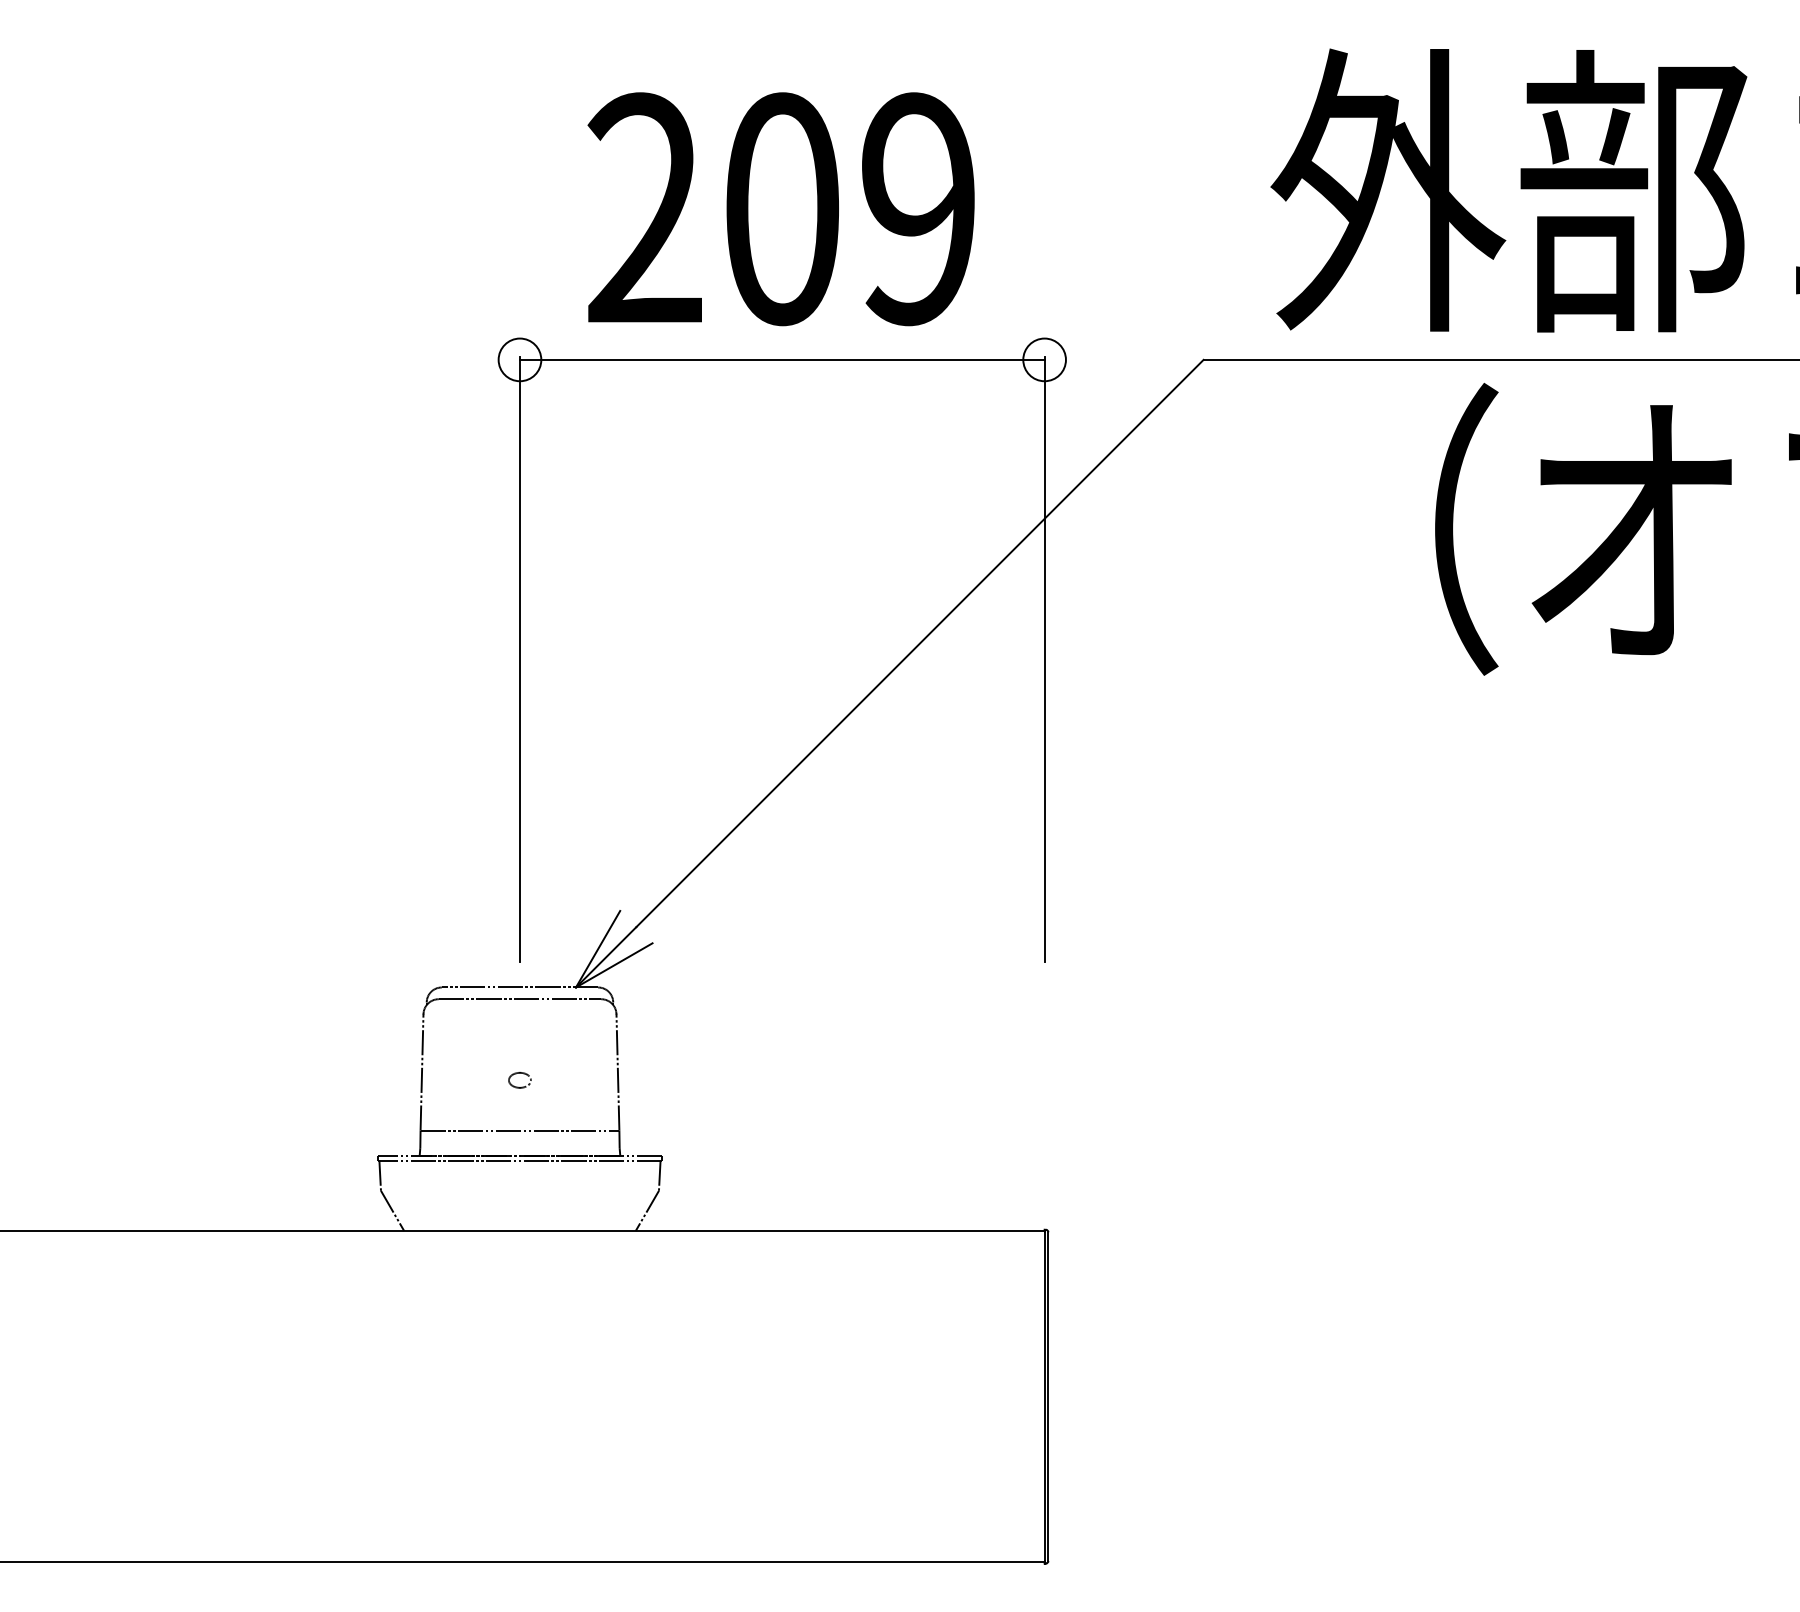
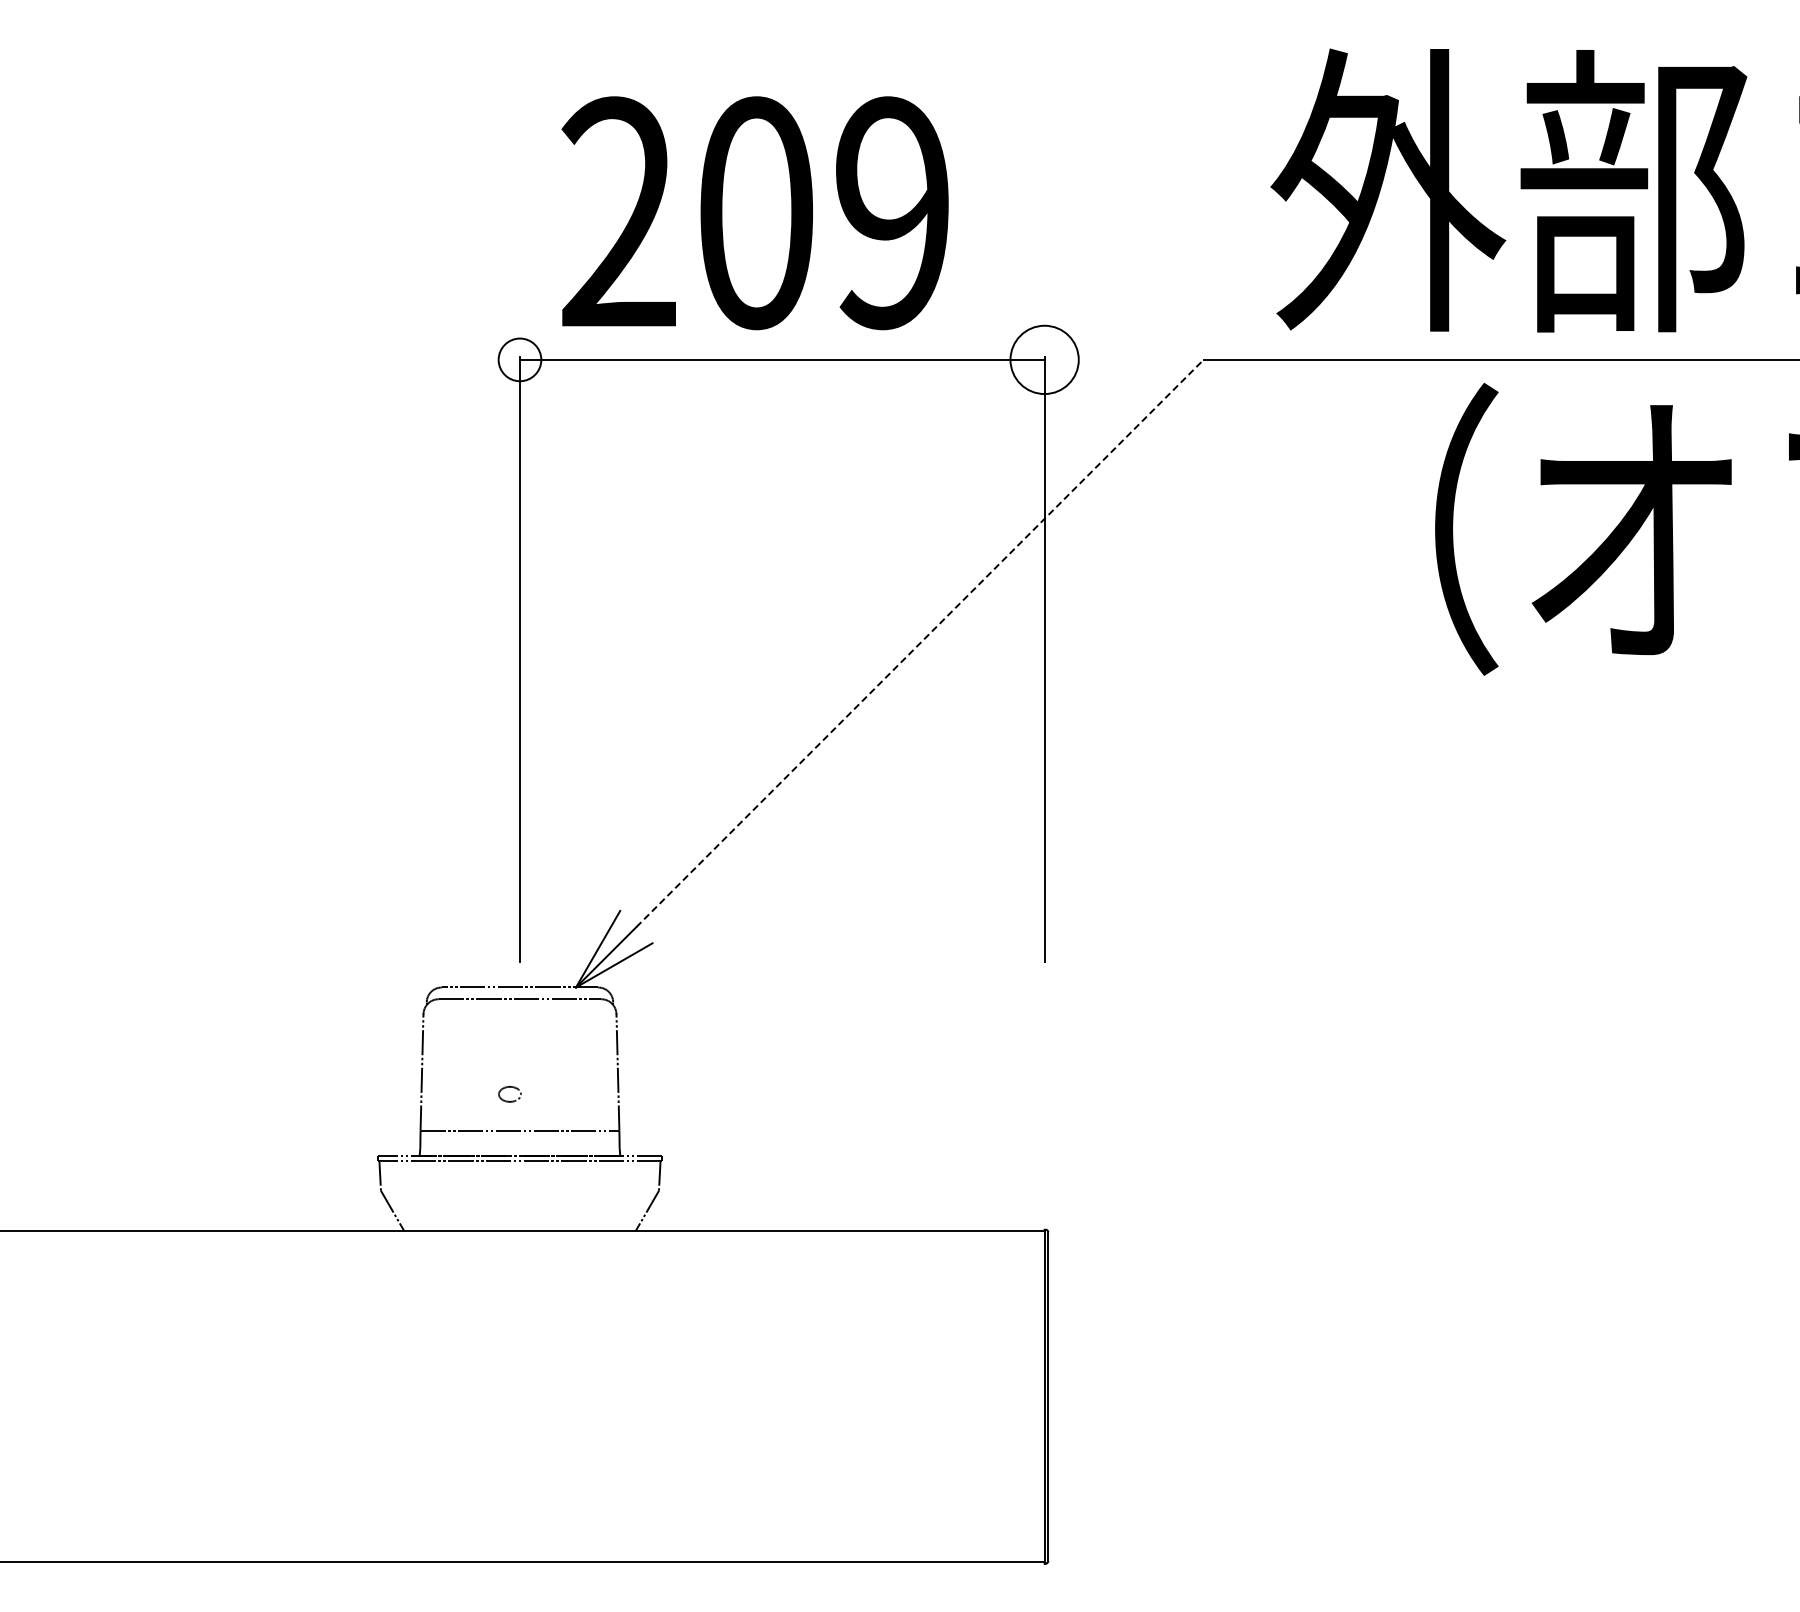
text at (780, 209) position: (780, 209) -> (754, 213)
circle at (1044, 359) diameter: 43 px -> 68 px
line at (920, 643): solid -> dashed
part at (518, 1086) position: (518, 1086) -> (508, 1100)
